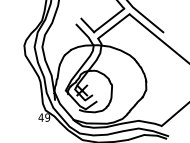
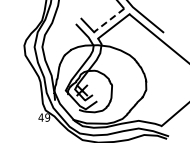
line at (108, 20): solid -> dashed
